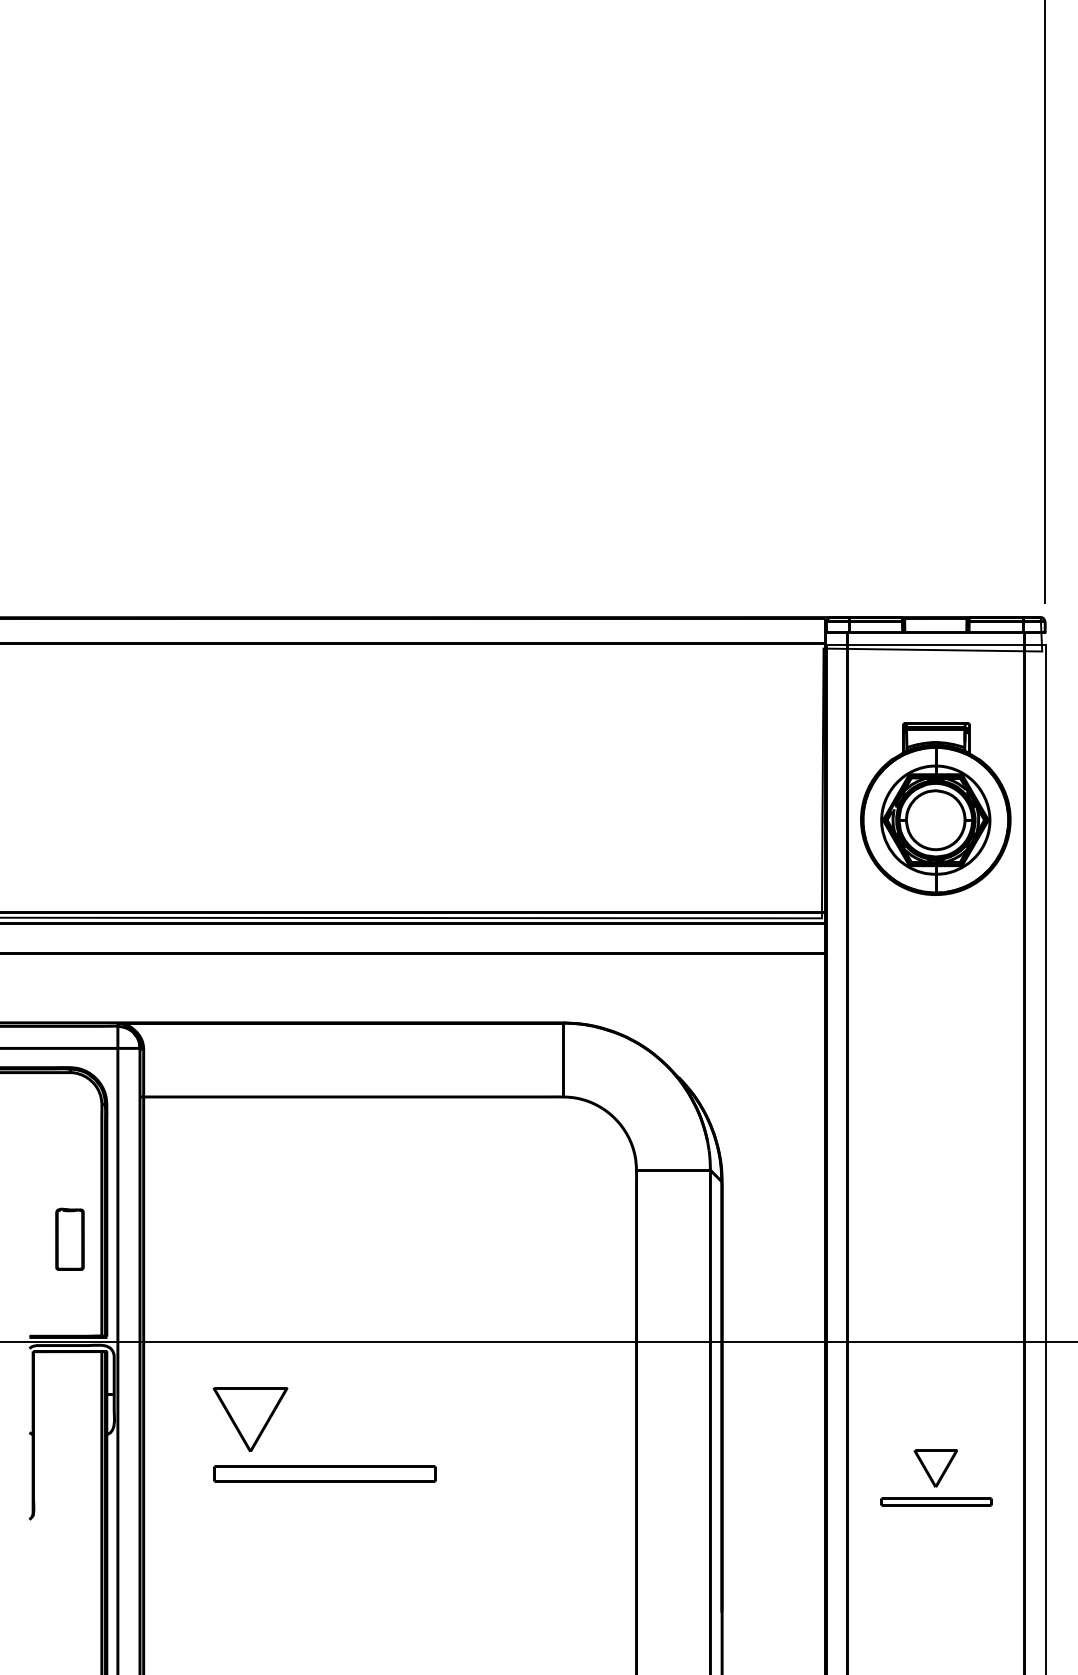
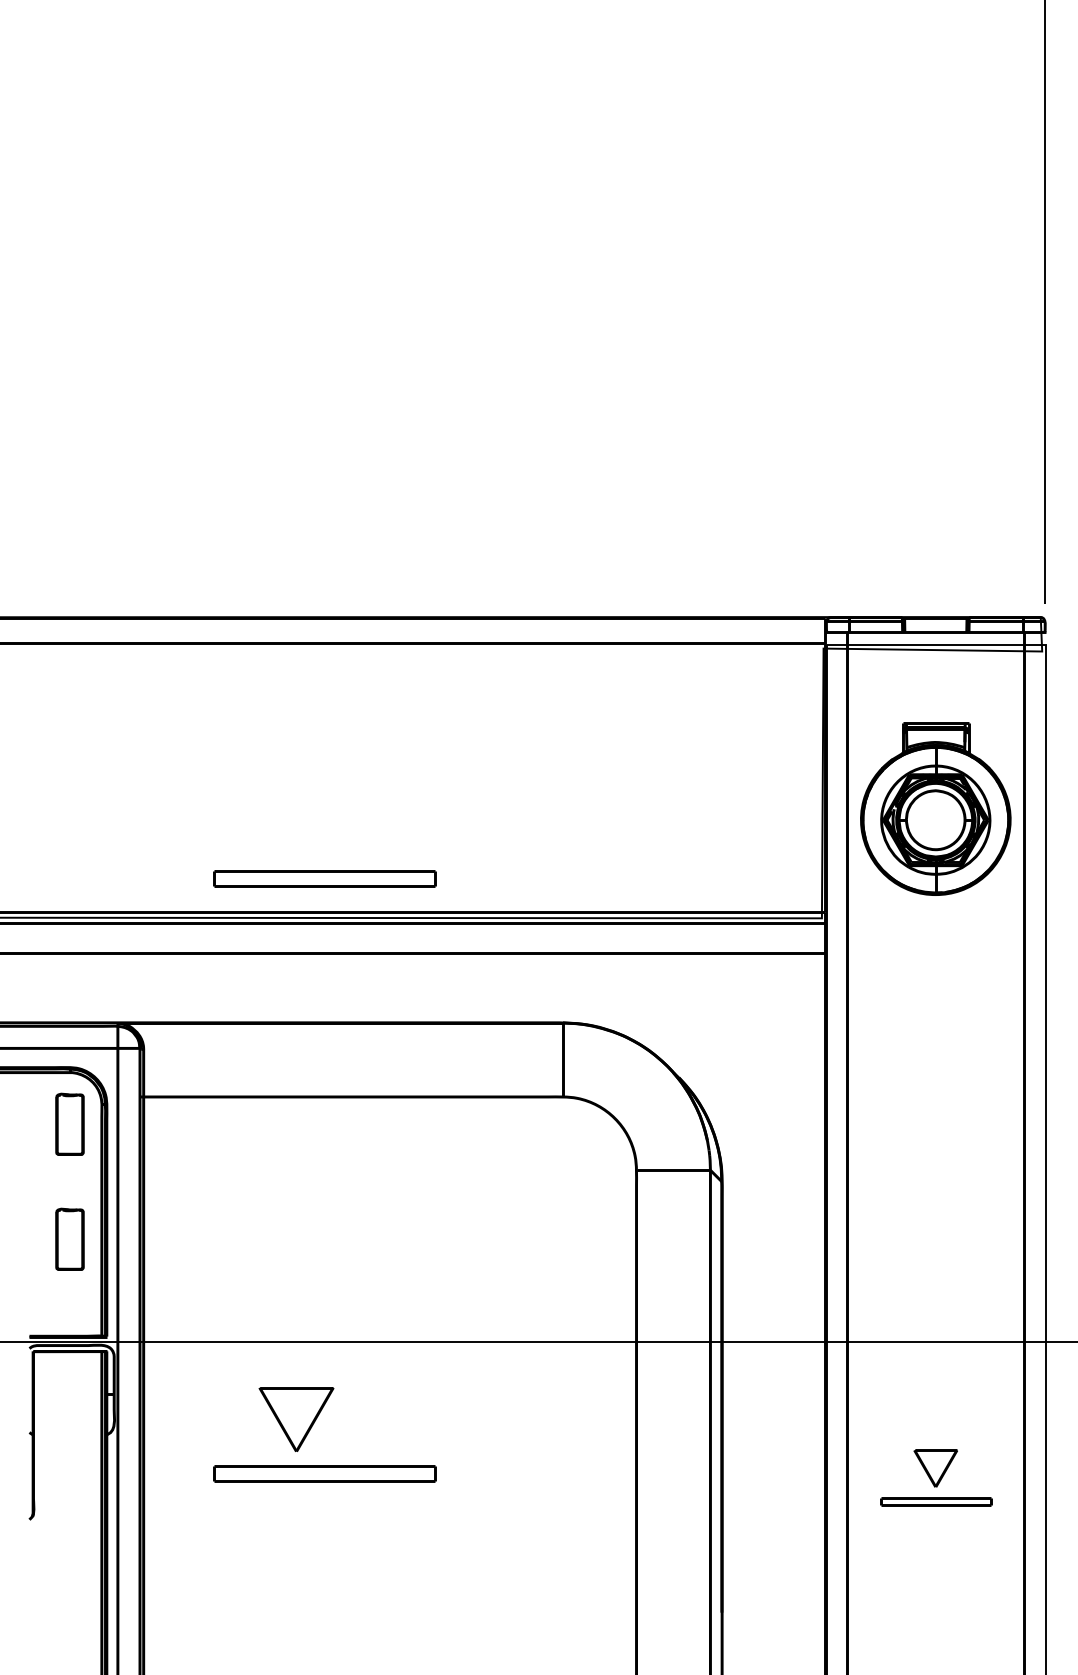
part at (324, 878): none -> present
part at (69, 1123): none -> present
part at (250, 1419) position: (250, 1419) -> (296, 1419)
